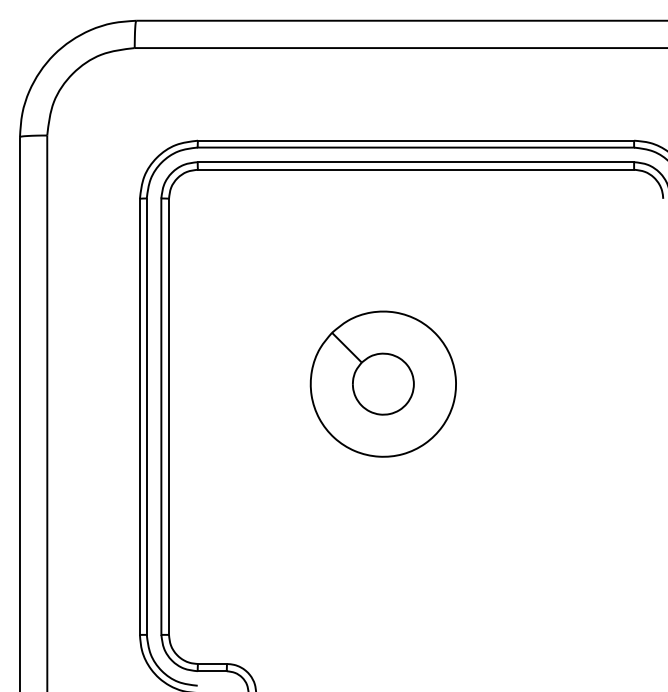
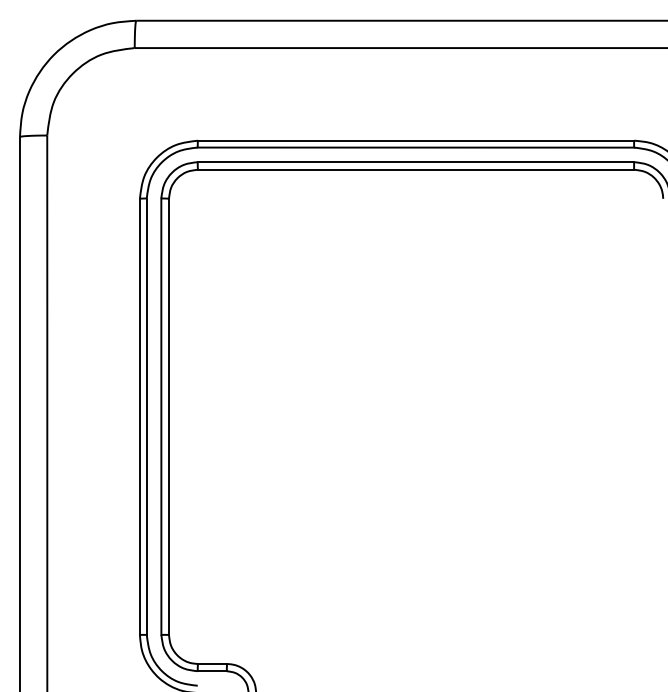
part at (382, 383): present -> none
